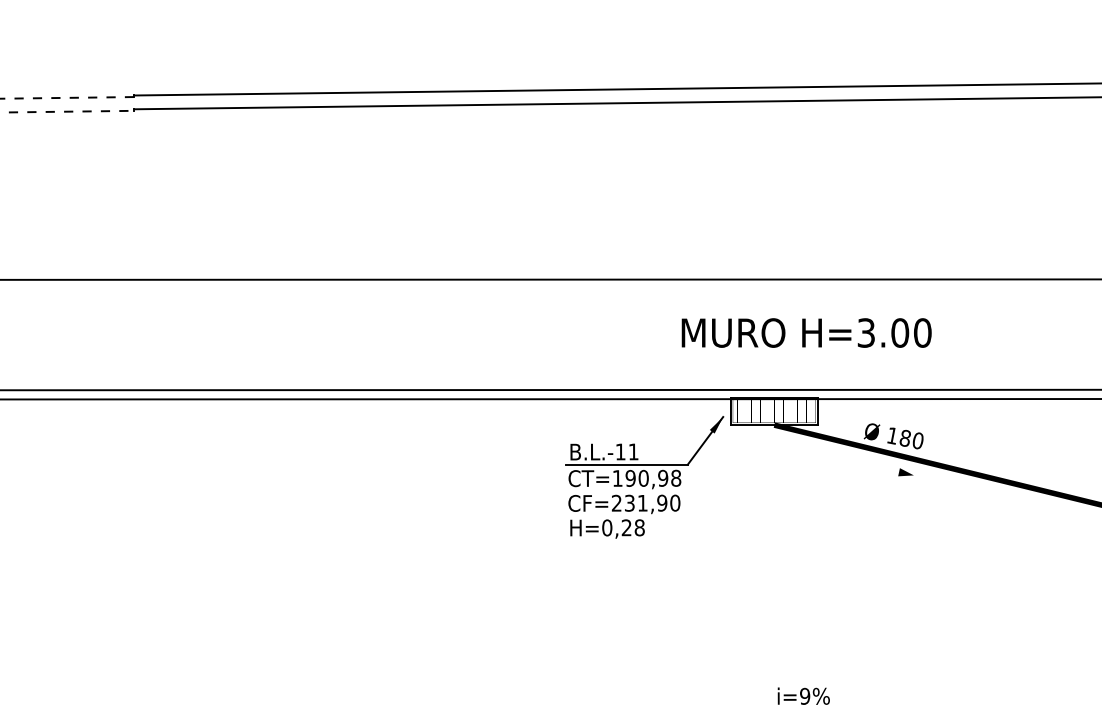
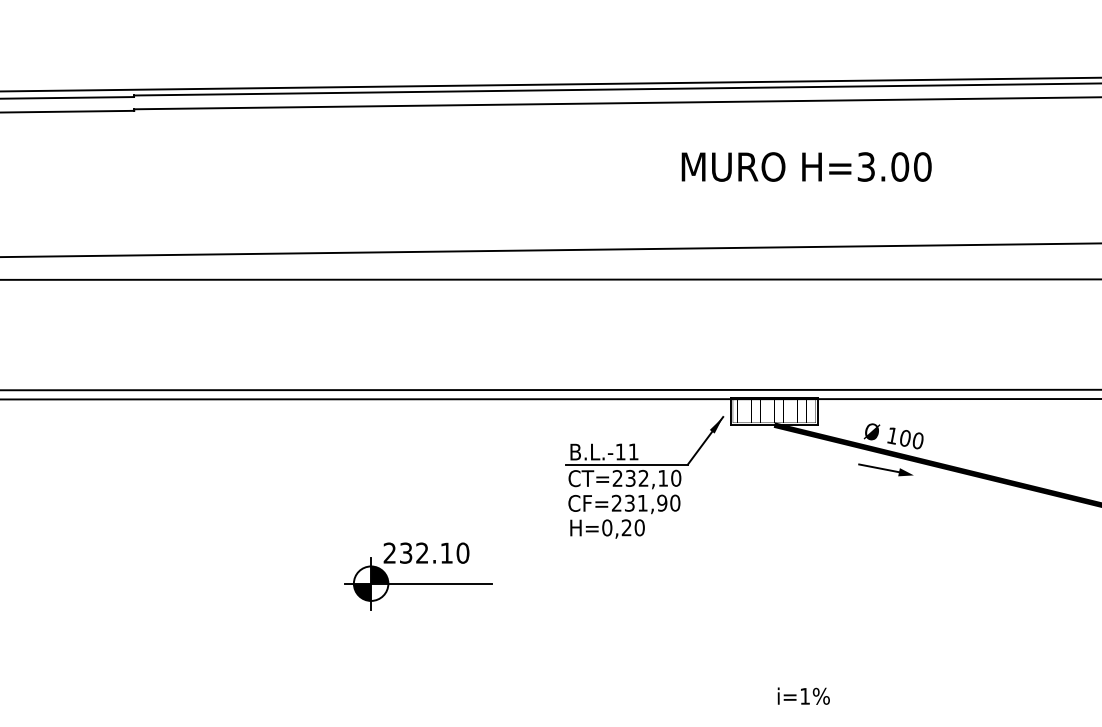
line at (550, 84): none -> present
line at (67, 97): dashed -> solid
line at (67, 111): dashed -> solid
line at (550, 250): none -> present
text at (806, 332) position: (806, 332) -> (806, 166)
text at (904, 438): 180 -> 100
line at (879, 468): none -> present
text at (646, 477): CT=190,98 -> CT=232,10
text at (639, 527): H=0,28 -> H=0,20
part at (418, 583): none -> present
text at (805, 695): i=9%%% -> i=1%%%
